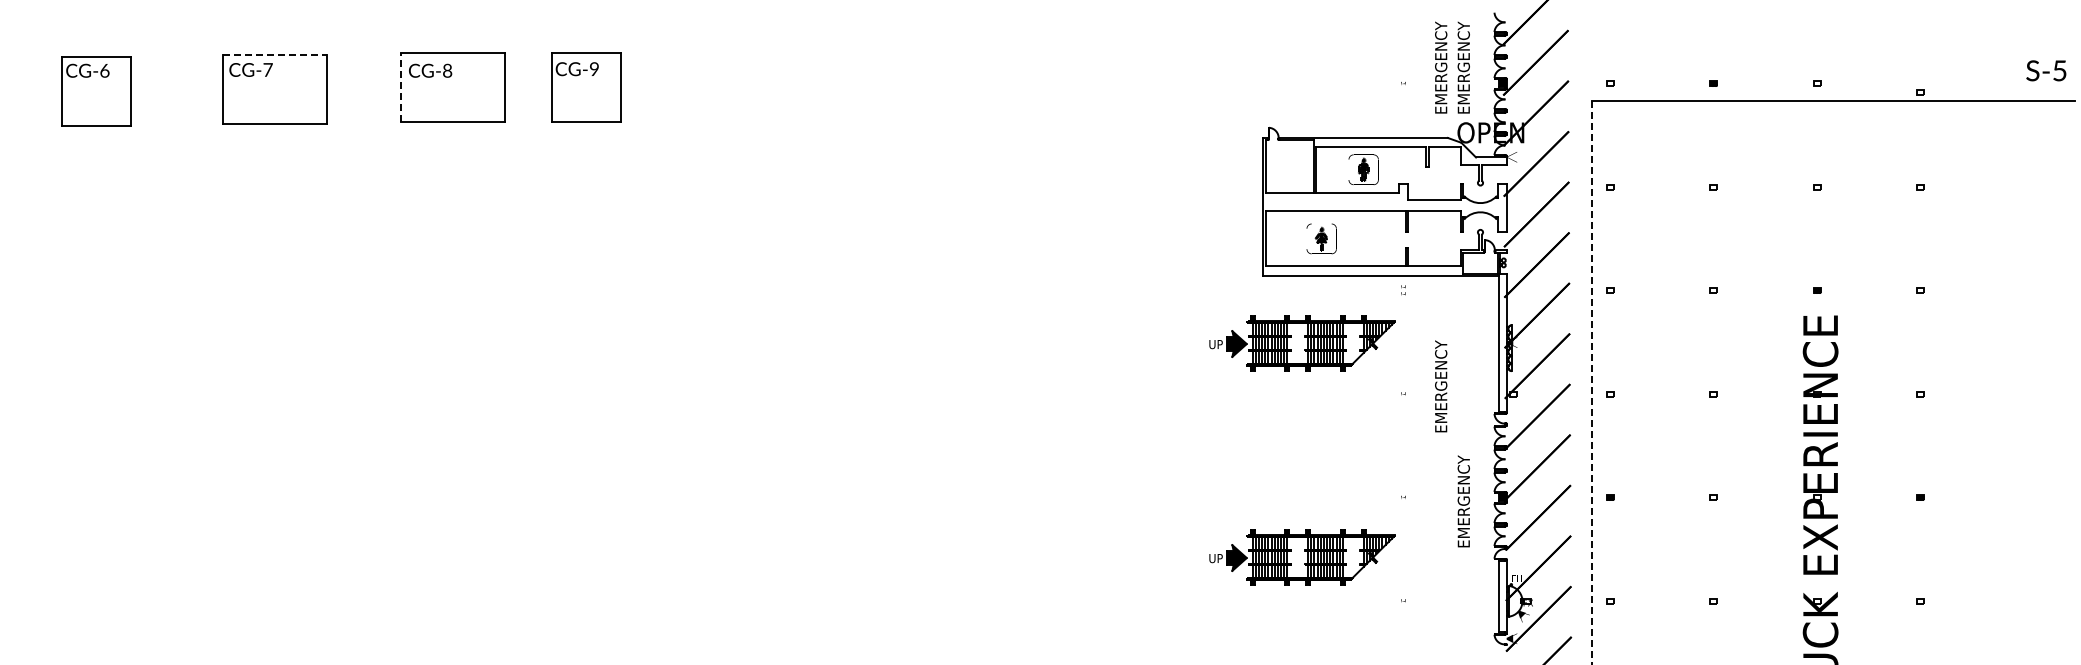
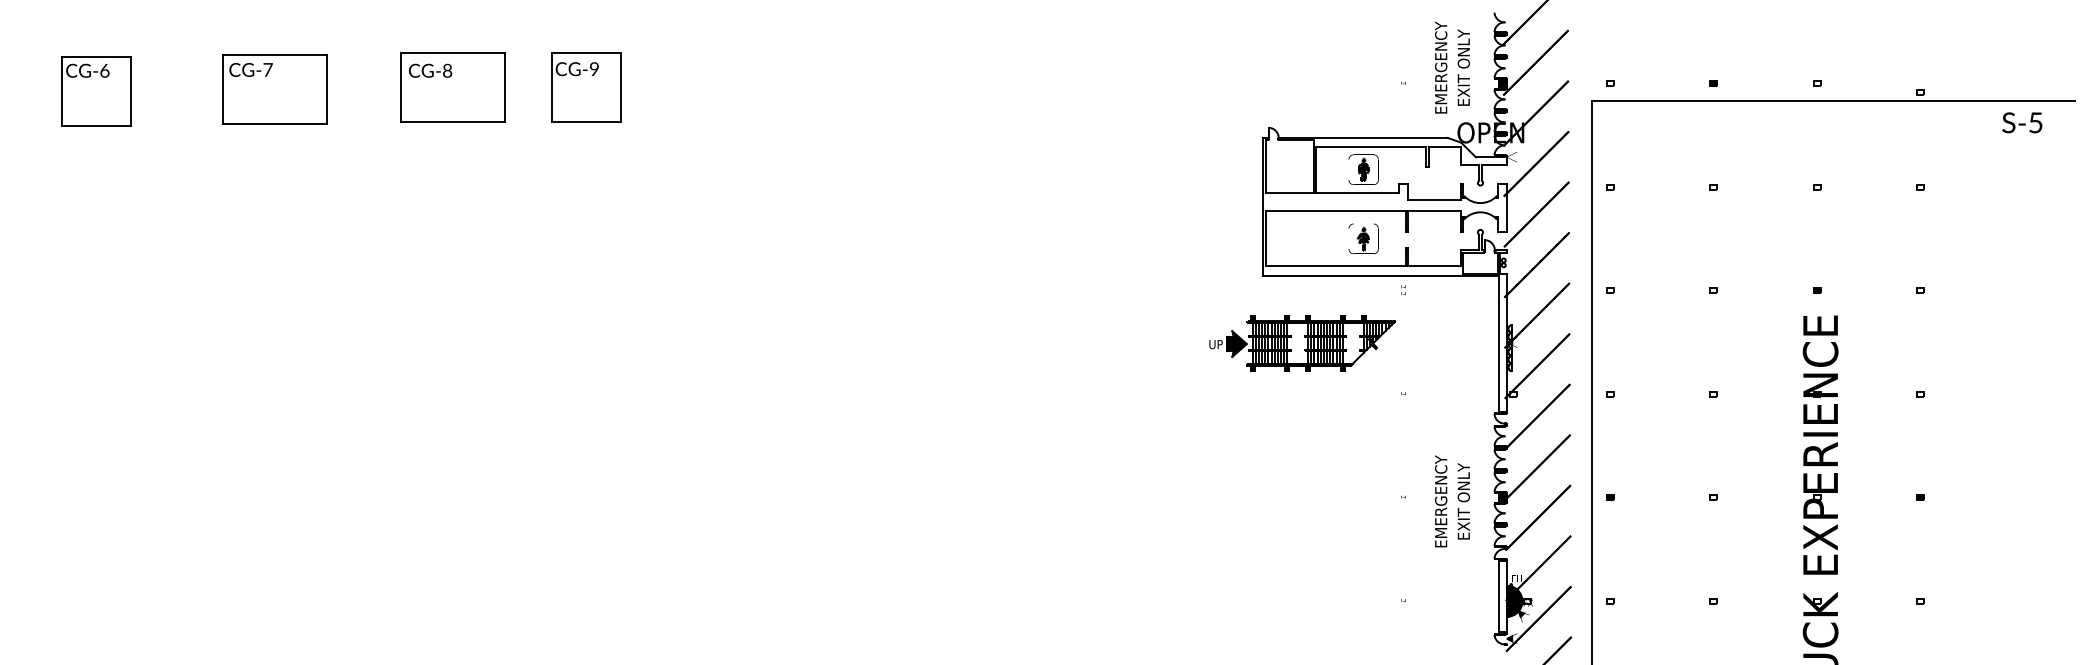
line at (275, 54): dashed -> solid
text at (1463, 67): EMERGENCY -> EXIT ONLY
text at (2046, 70) position: (2046, 70) -> (2022, 122)
line at (401, 87): dashed -> solid
part at (1321, 238) position: (1321, 238) -> (1363, 238)
line at (1592, 383): dashed -> solid
text at (1441, 386) position: (1441, 386) -> (1441, 501)
text at (1463, 501): EMERGENCY -> EXIT ONLY
part at (1302, 557): present -> none
fill at (1515, 600): none -> present
